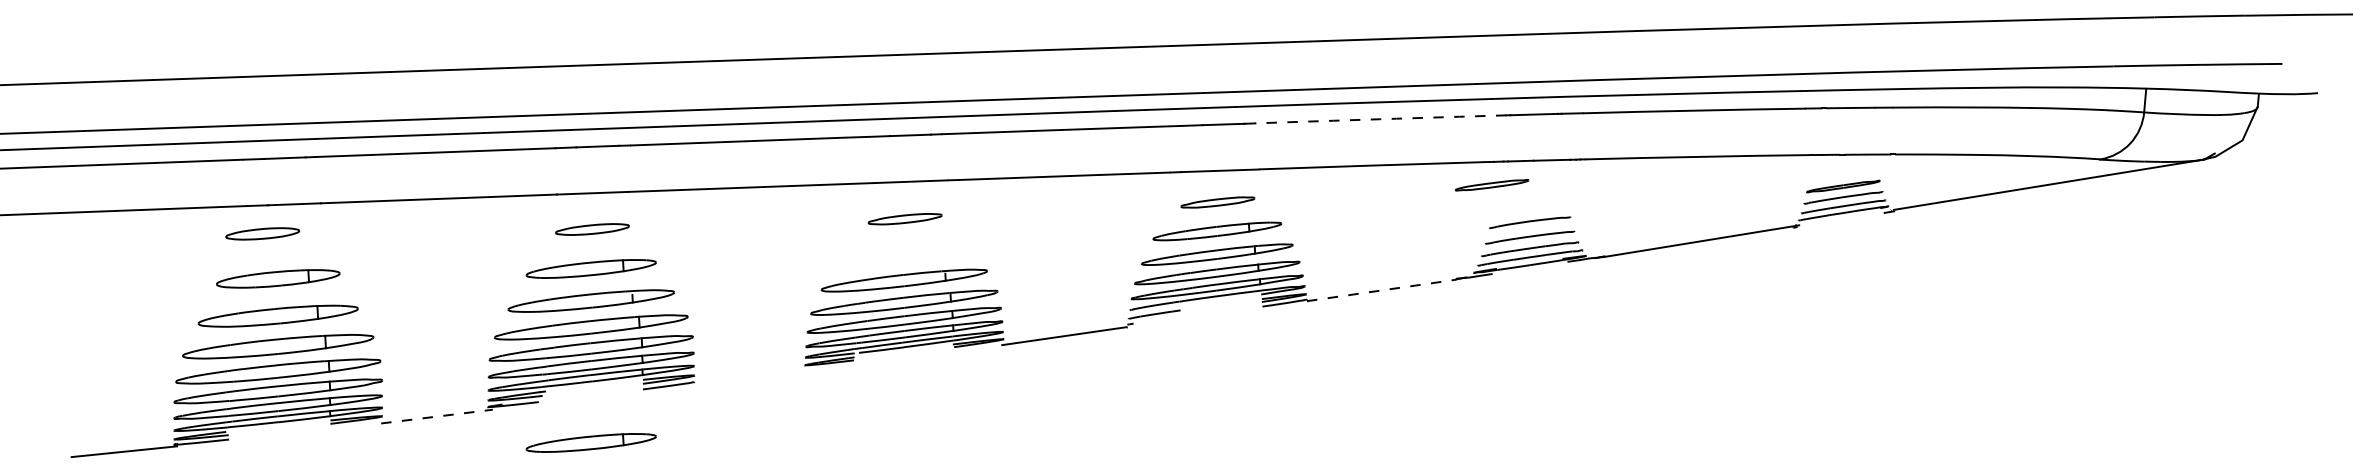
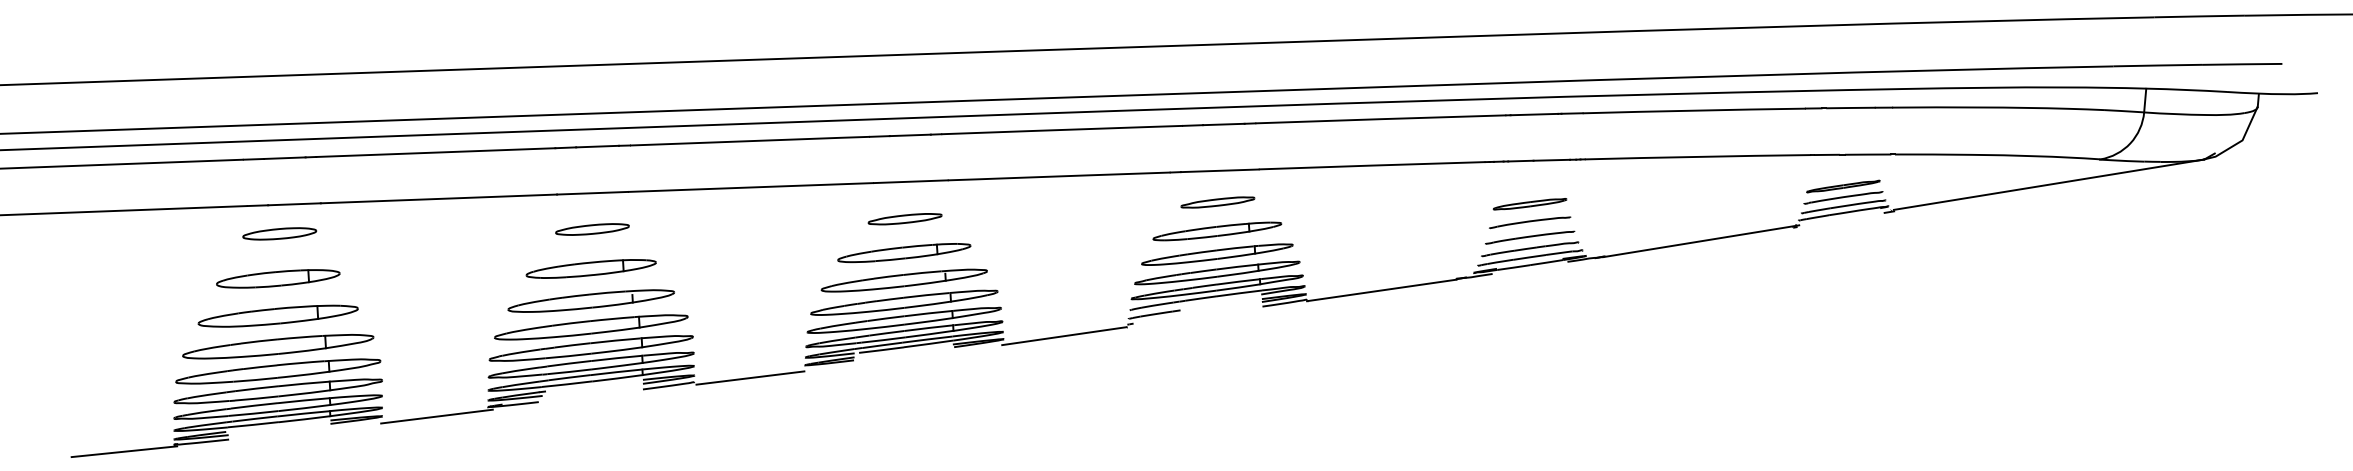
arc at (1380, 119): dashed -> solid
part at (1491, 185) position: (1491, 185) -> (1529, 204)
part at (262, 233) position: (262, 233) -> (279, 233)
part at (904, 253): none -> present
line at (1382, 290): dashed -> solid
line at (750, 377): none -> present
line at (437, 416): dashed -> solid
part at (590, 442): present -> none
